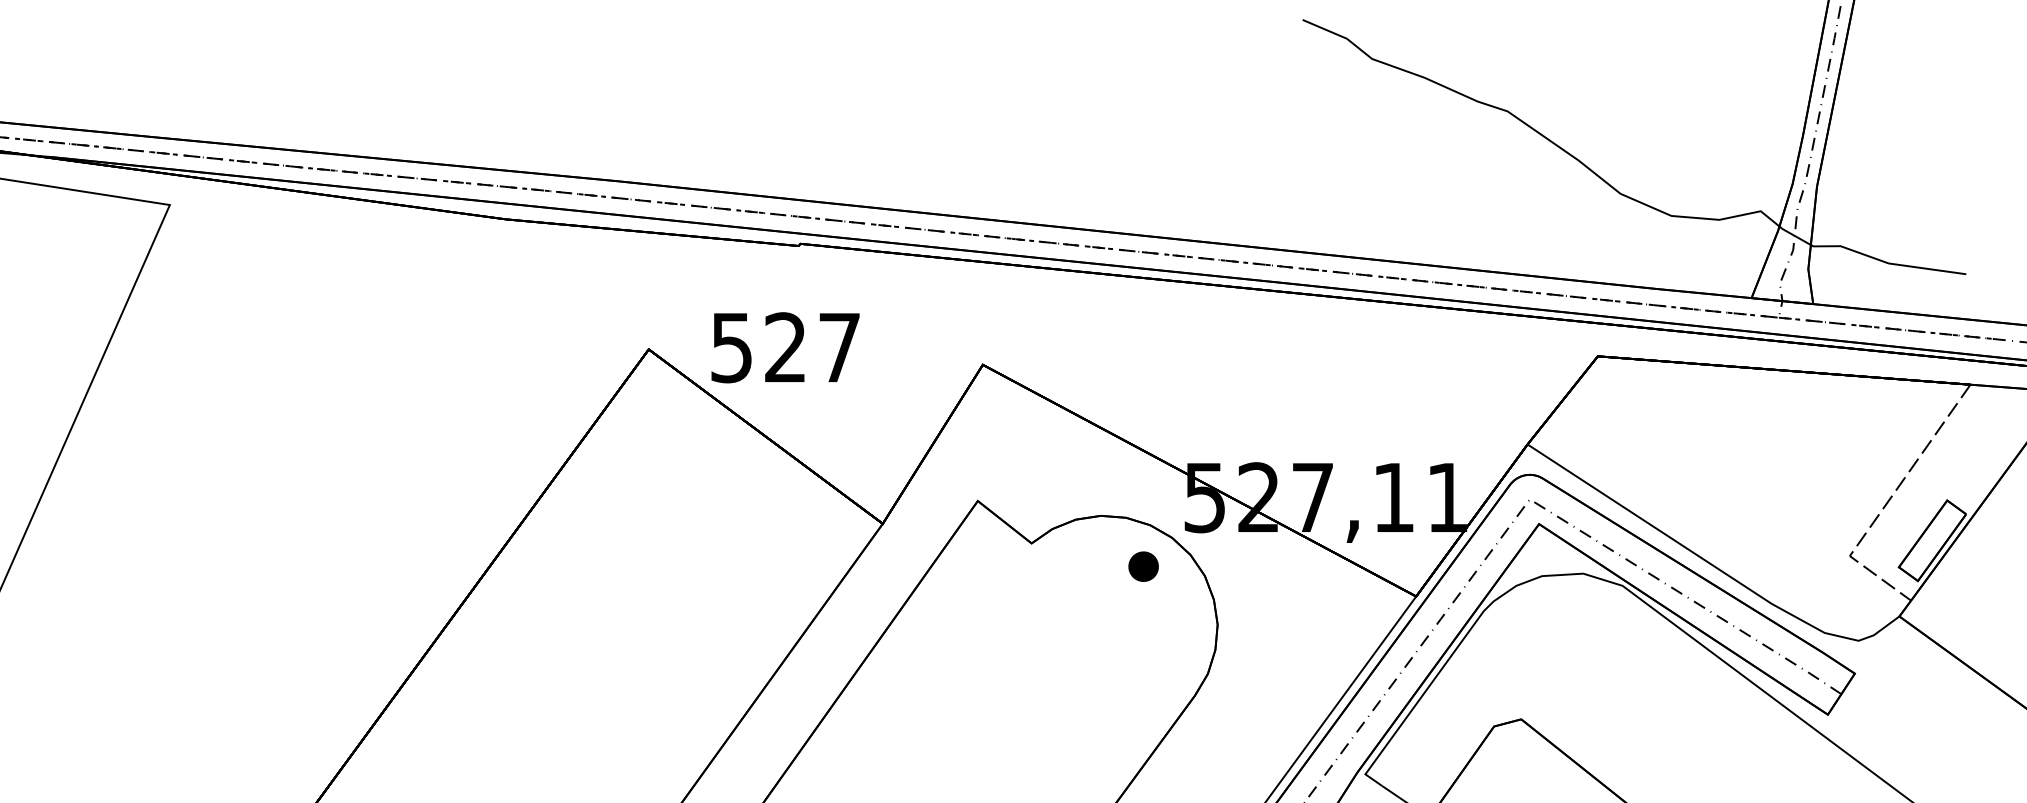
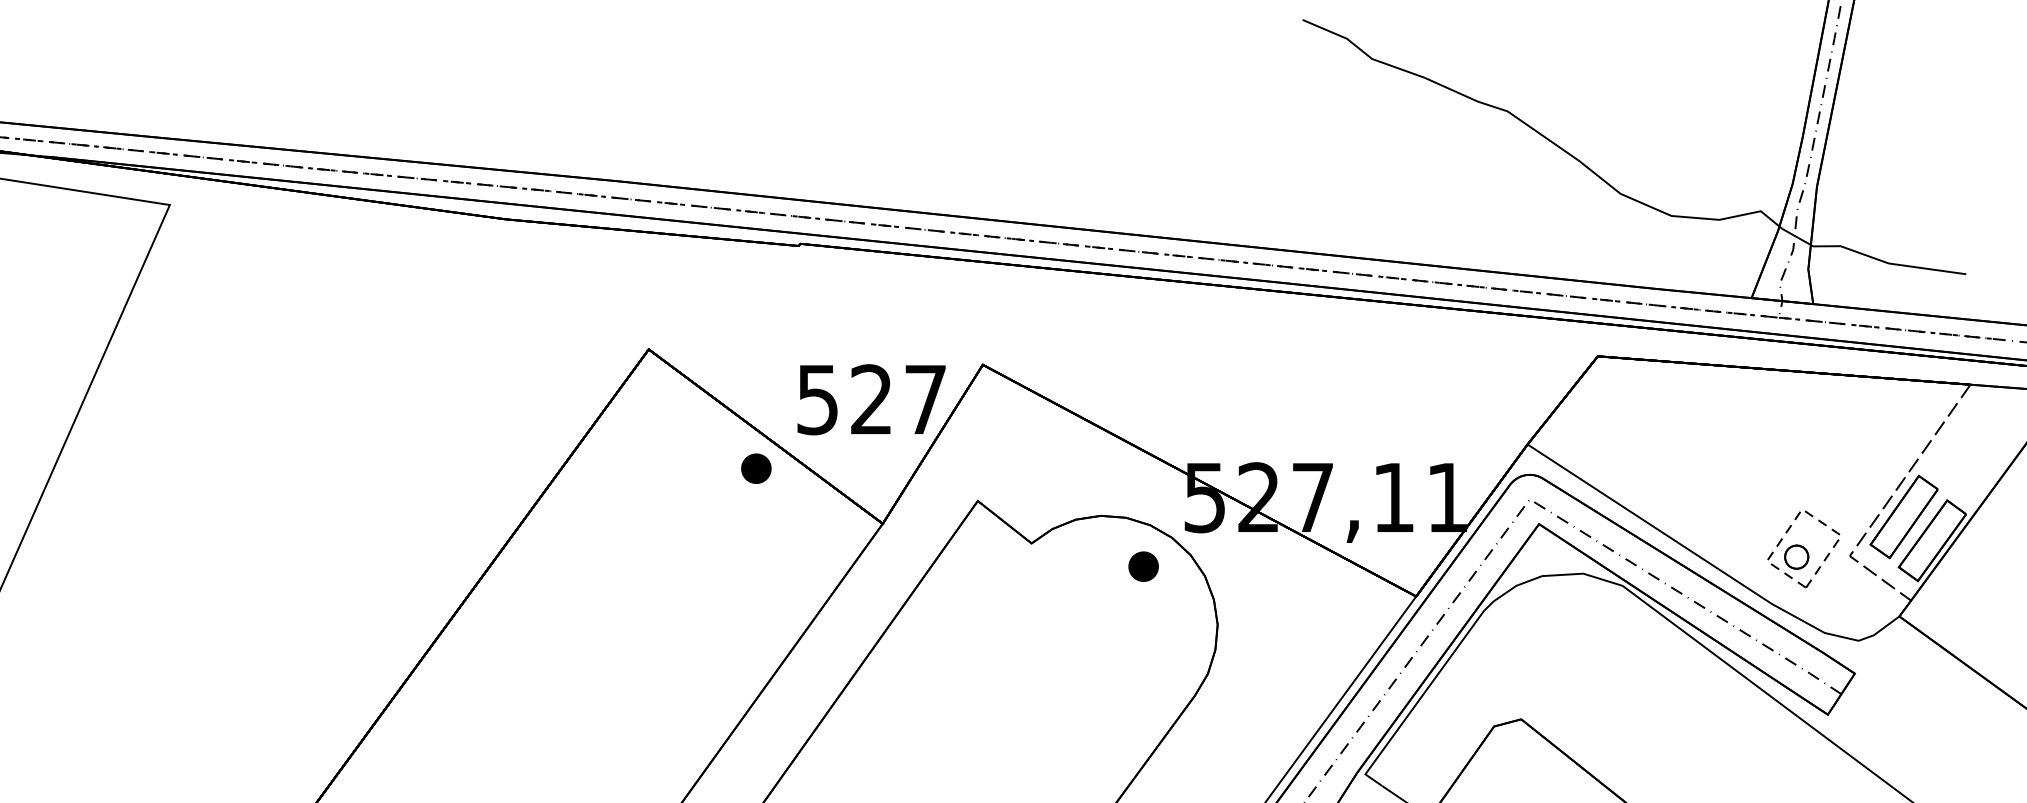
text at (785, 347) position: (785, 347) -> (871, 399)
part at (756, 468): none -> present
part at (1903, 516): none -> present
part at (1803, 549): none -> present
